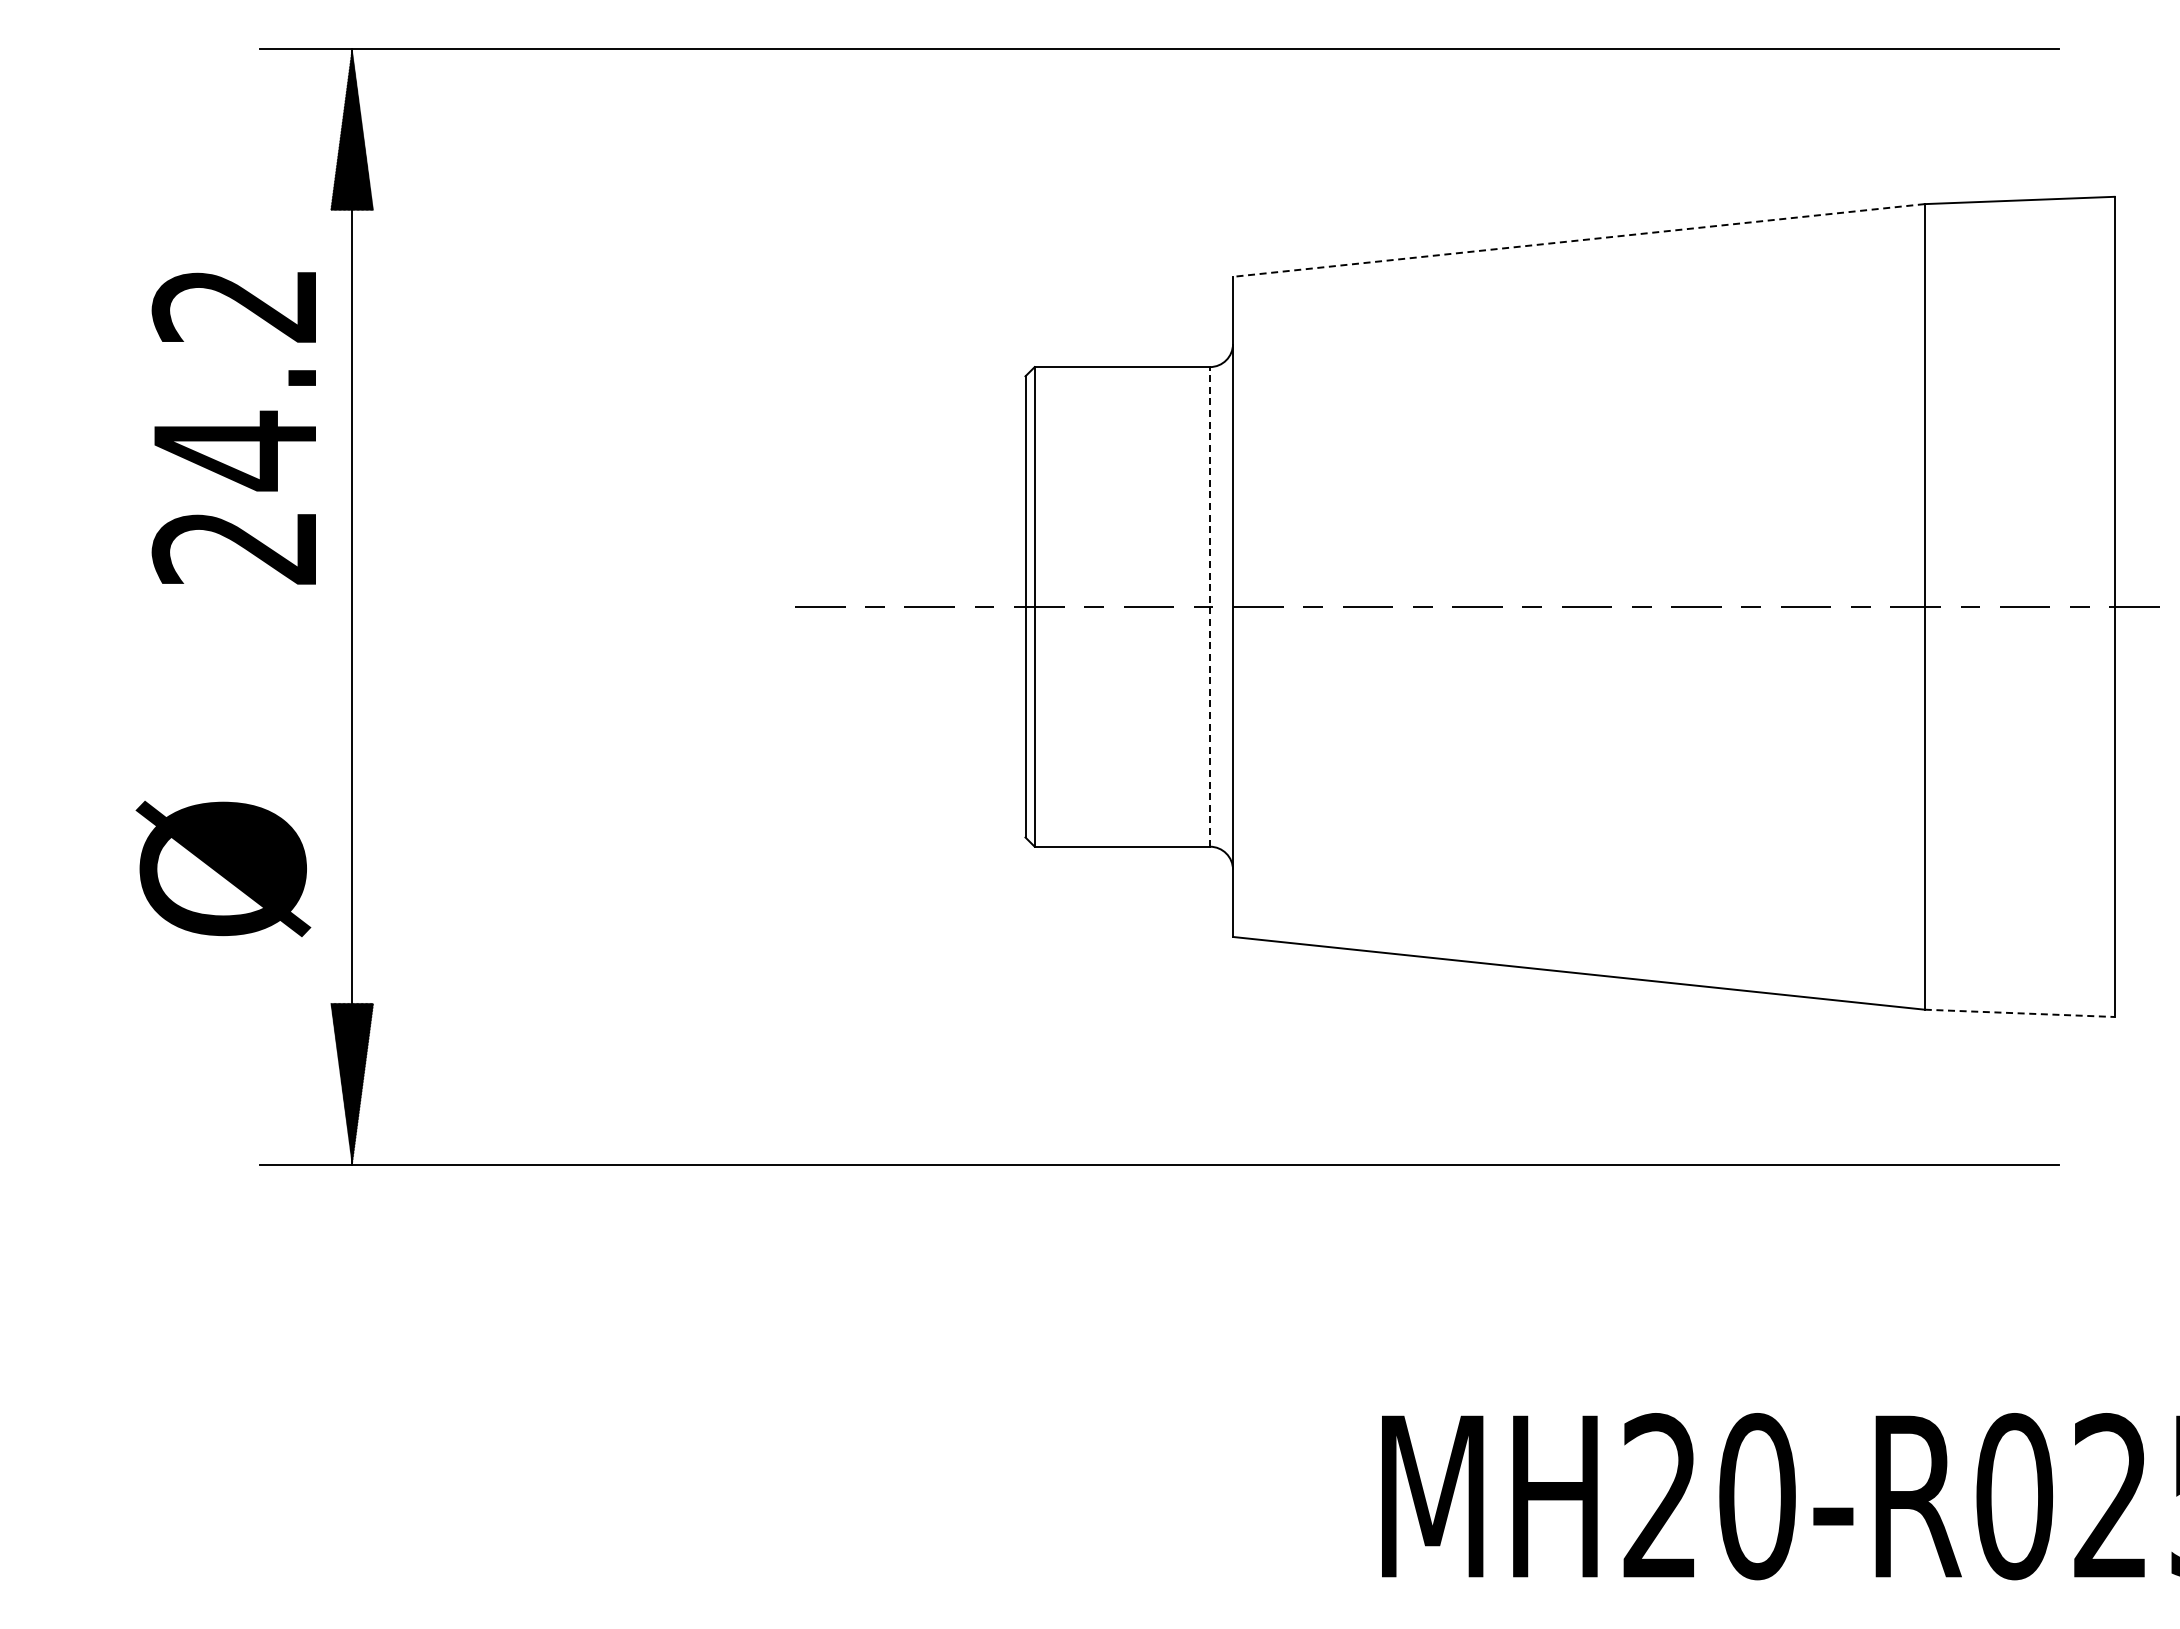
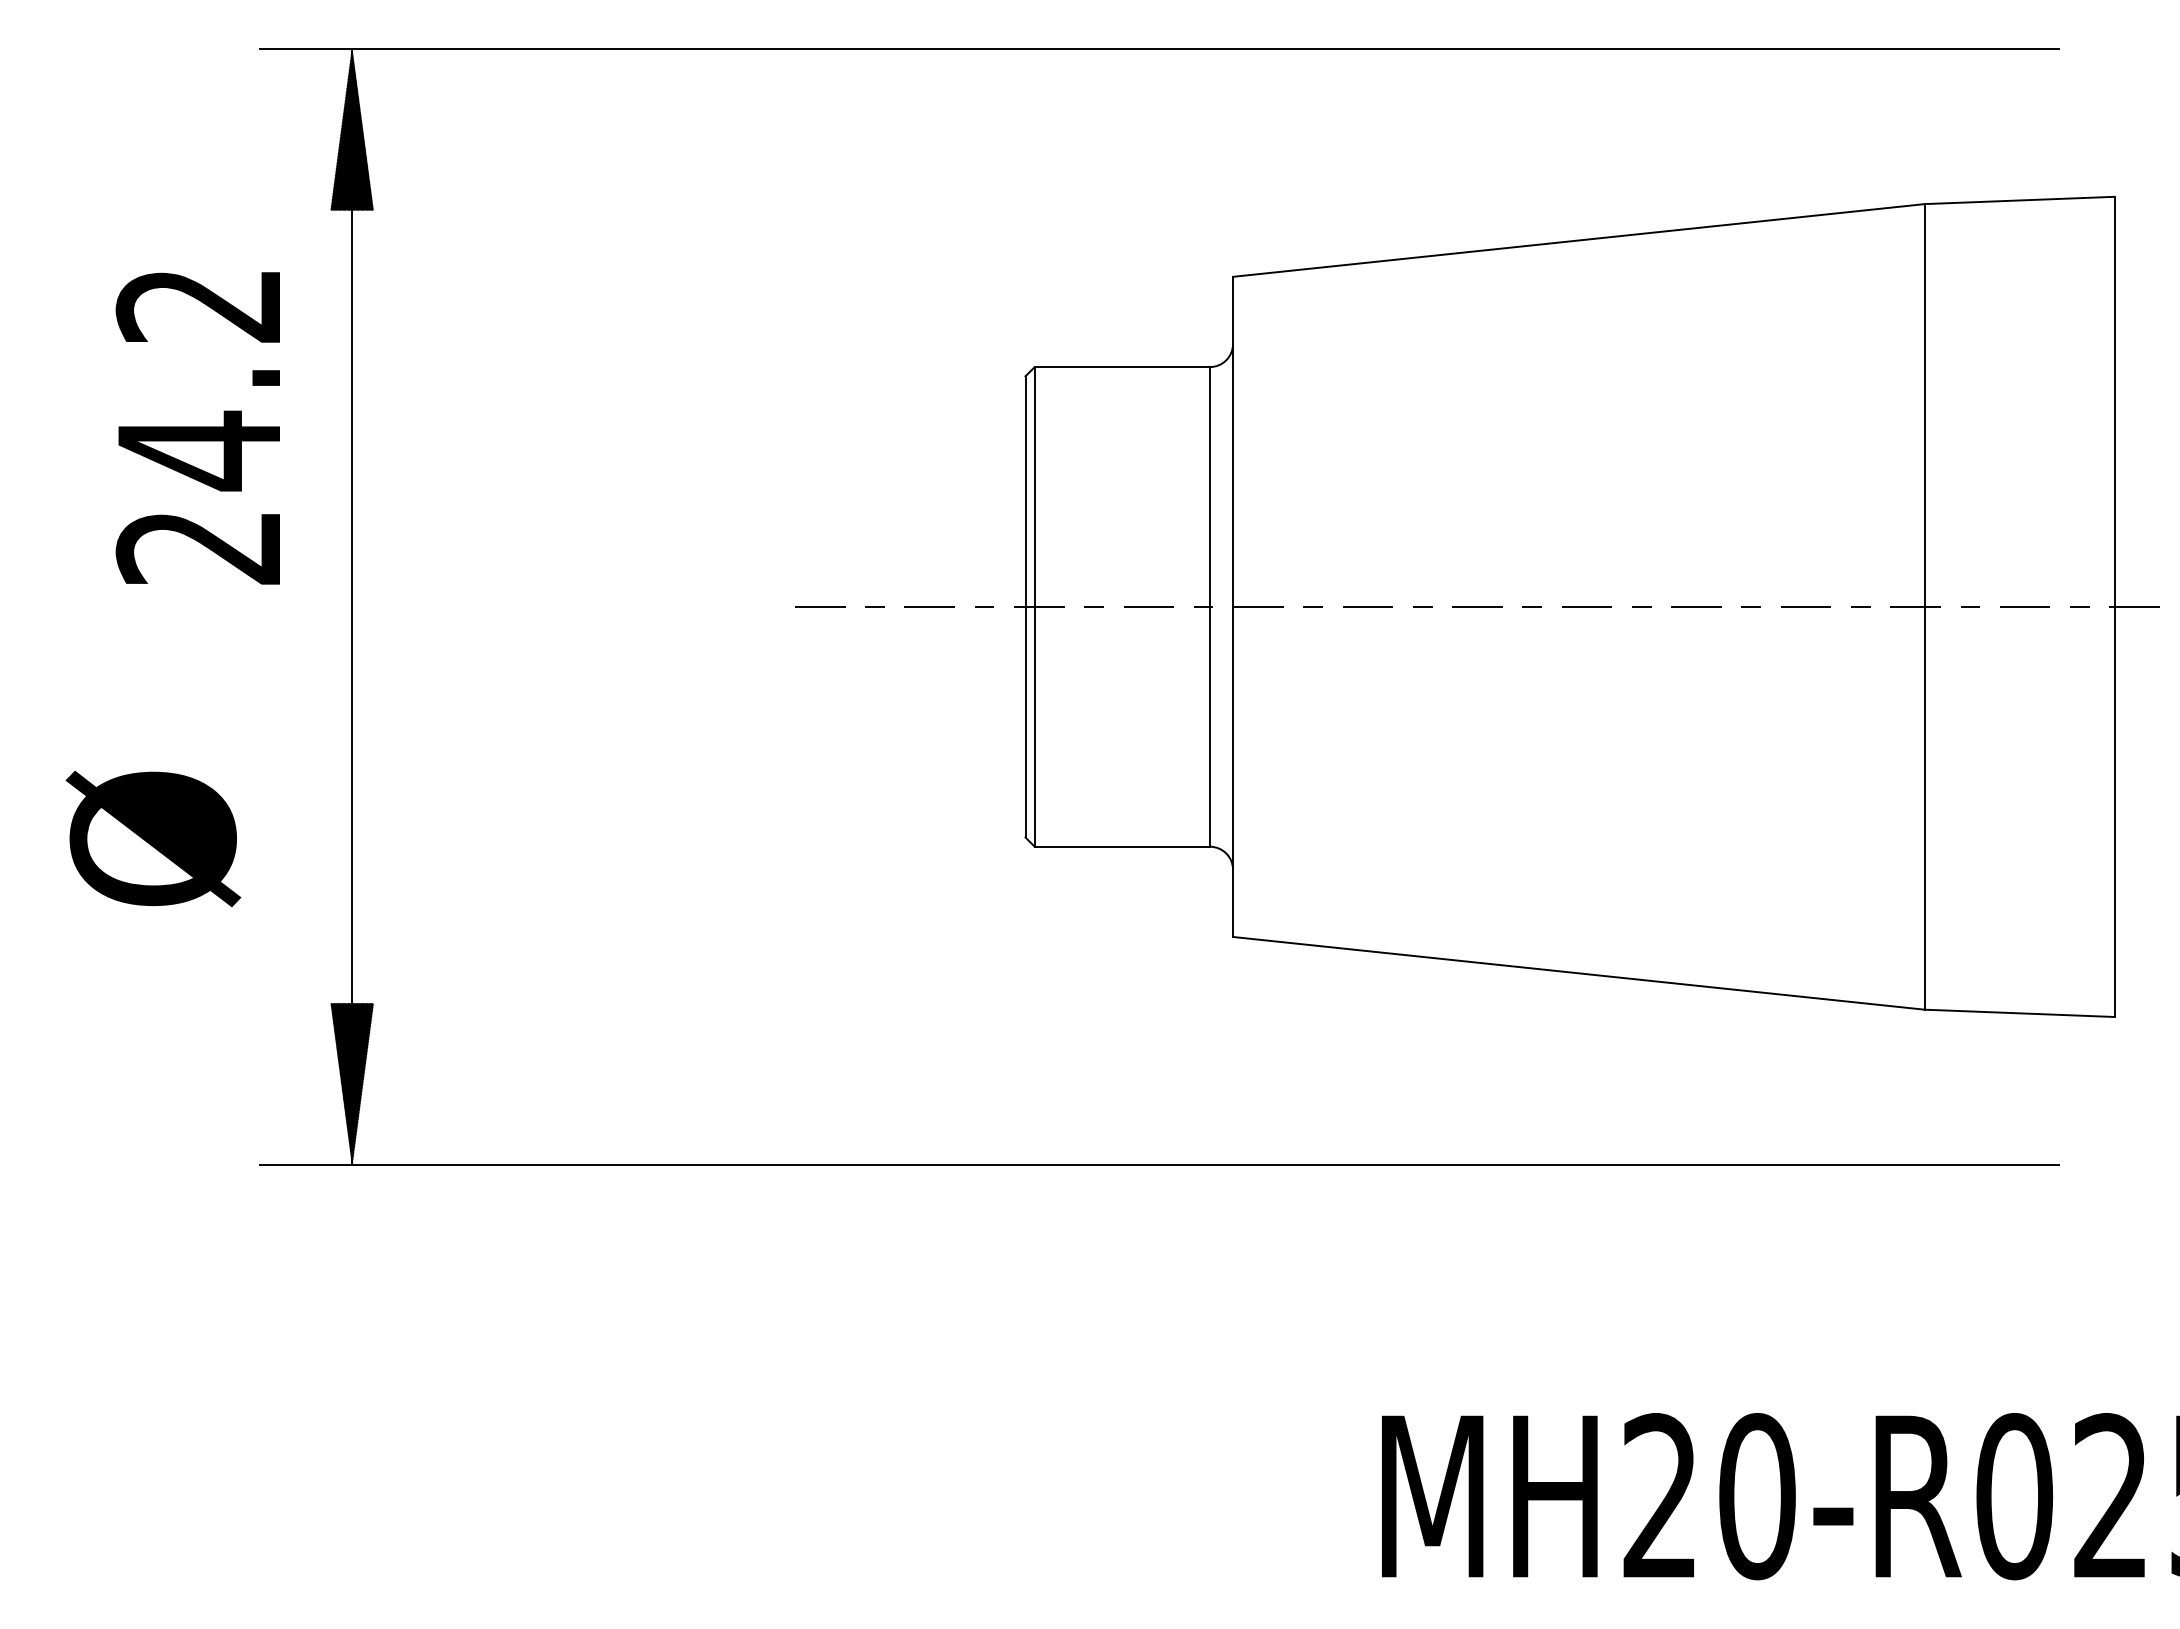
line at (1578, 240): dashed -> solid
text at (233, 428) position: (233, 428) -> (197, 428)
line at (1209, 606): dashed -> solid
text at (223, 868) position: (223, 868) -> (153, 838)
line at (2019, 1013): dashed -> solid
